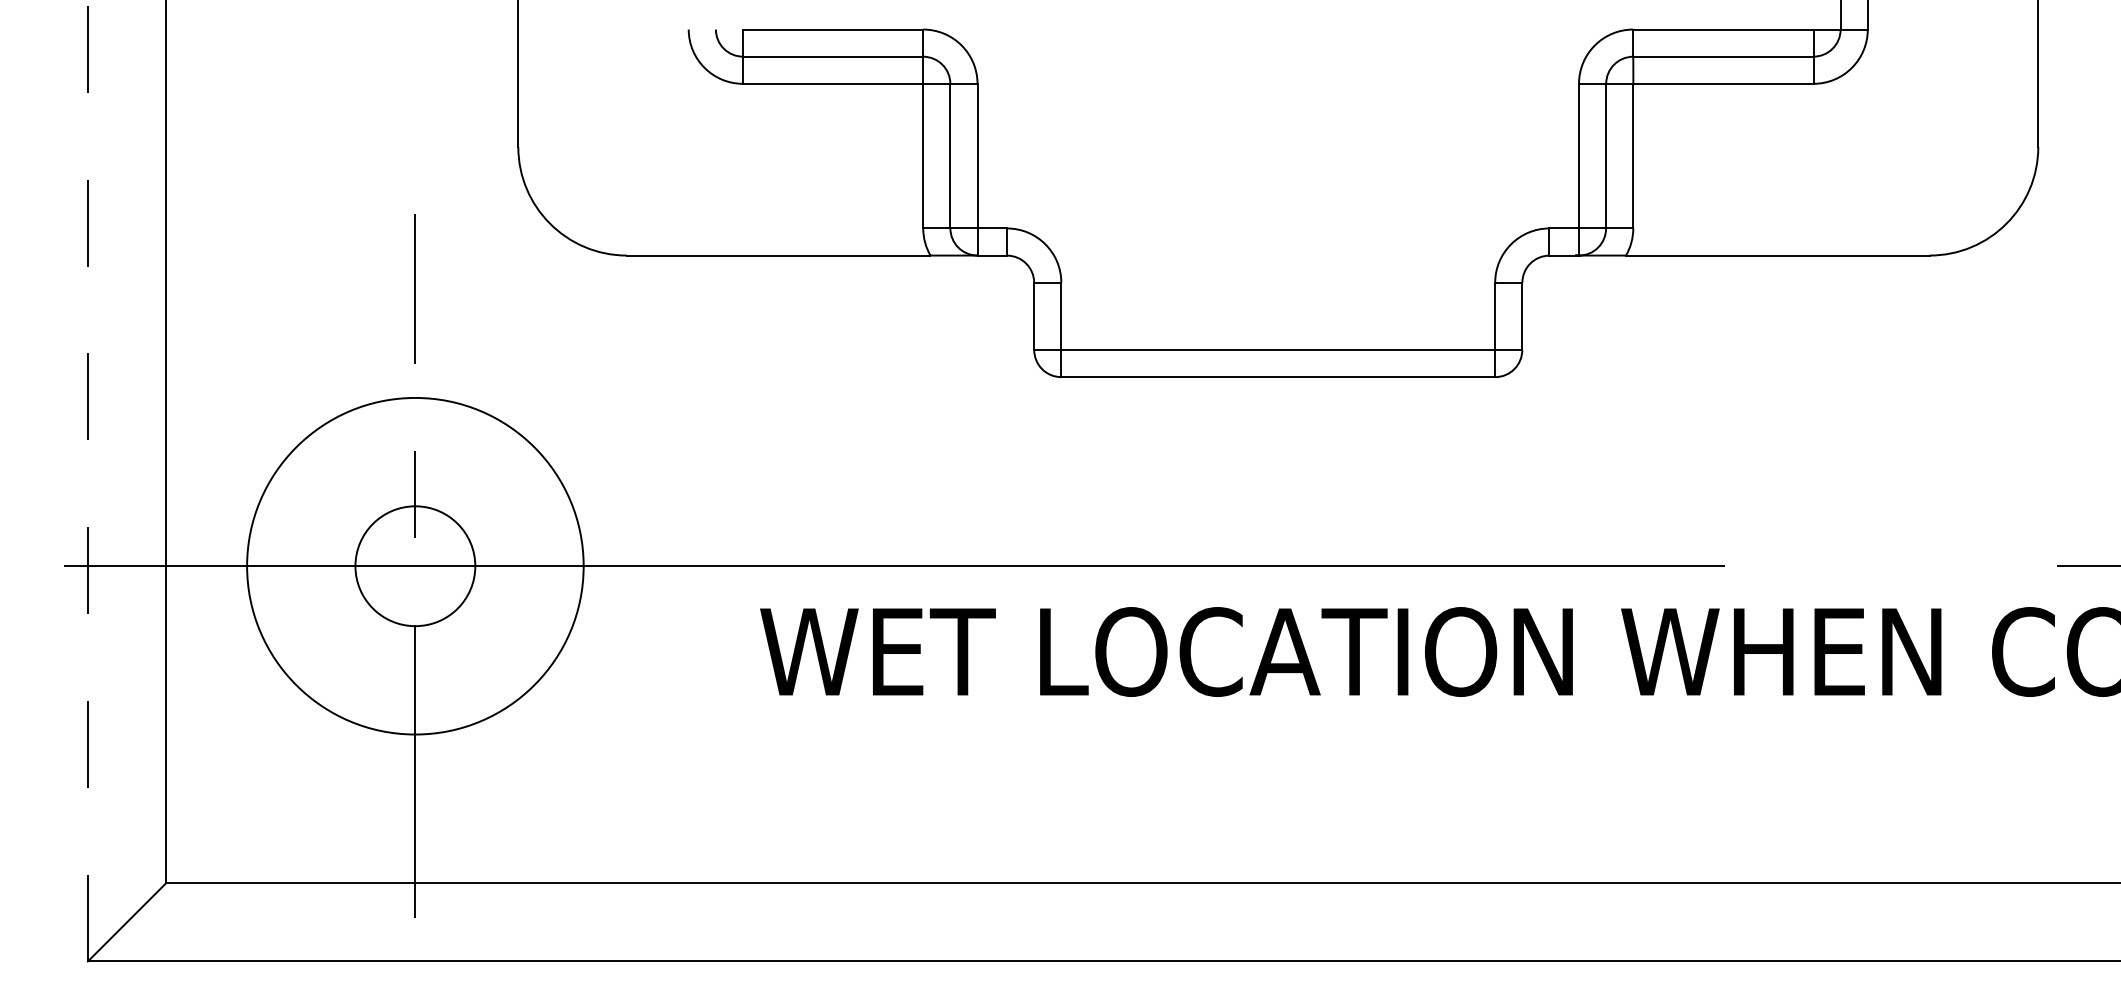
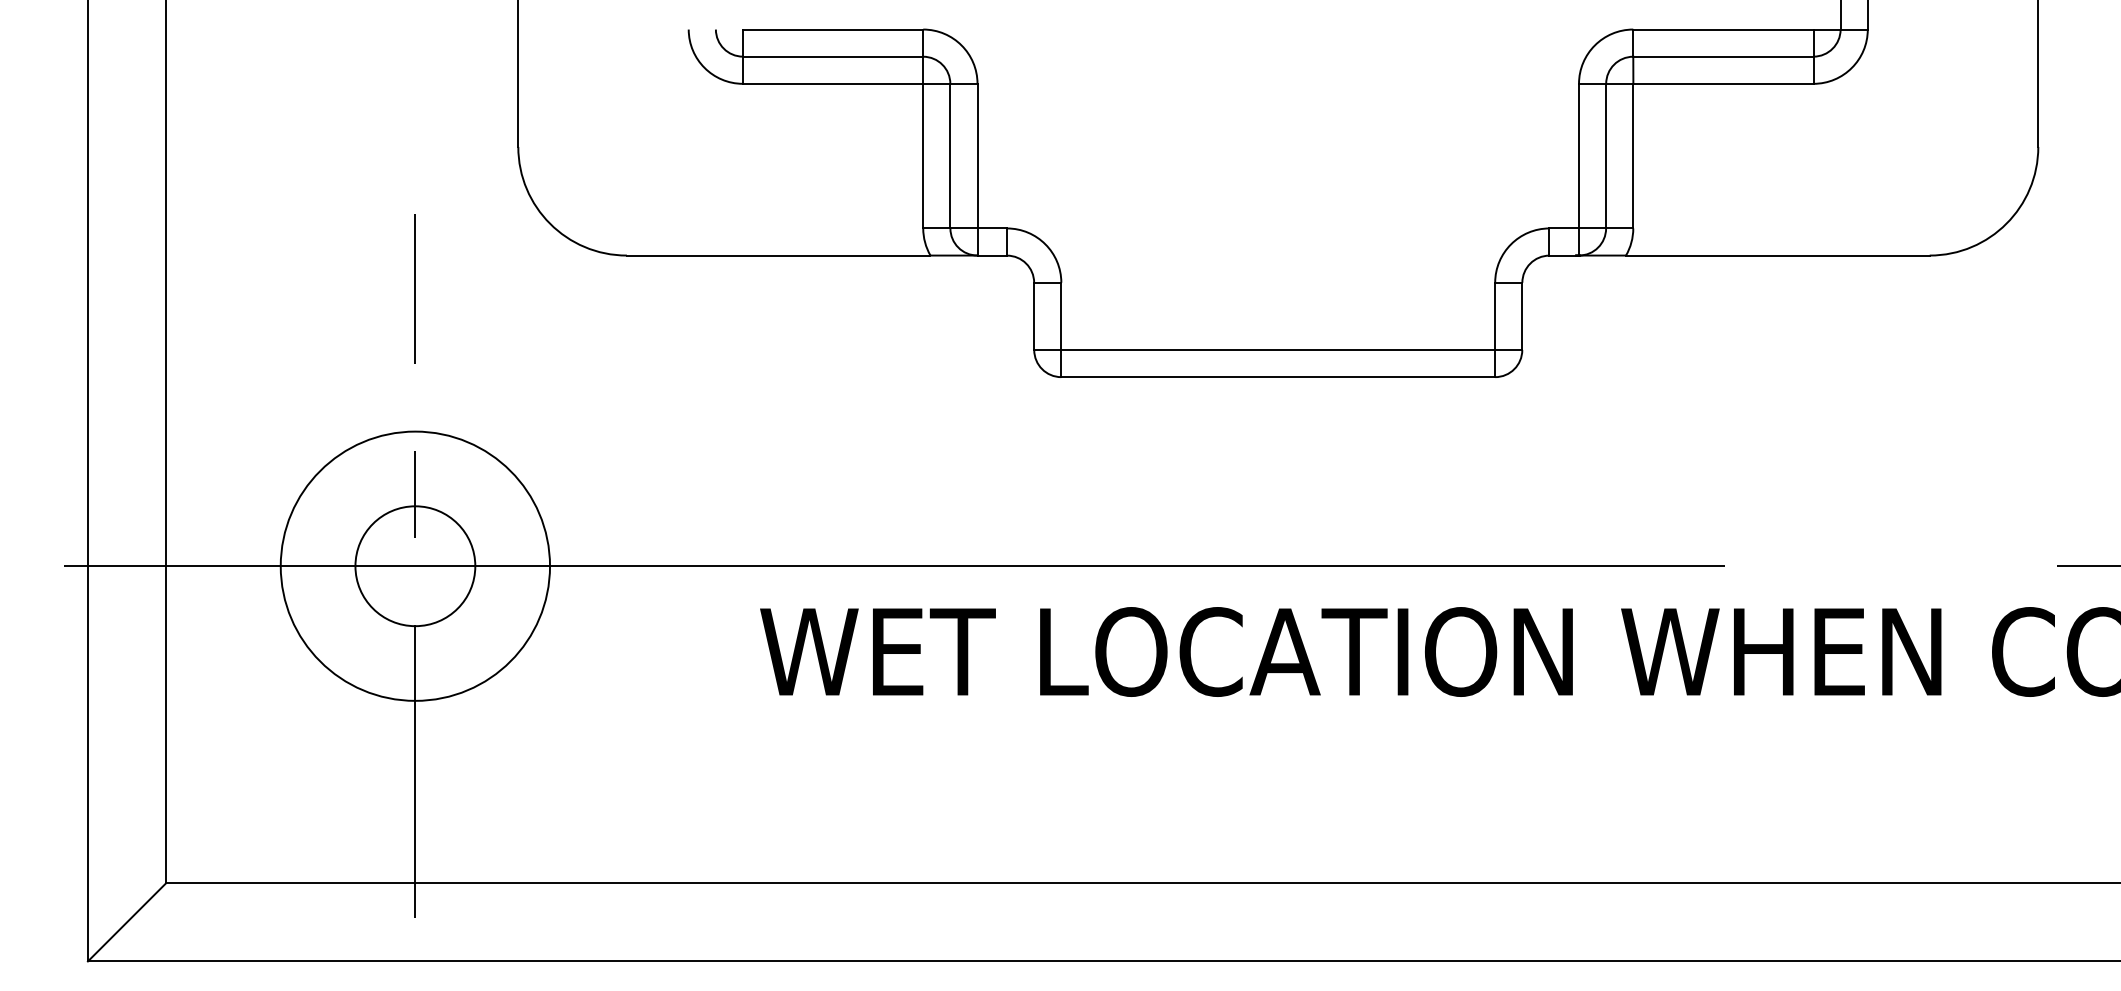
line at (87, 480): dashed -> solid
circle at (415, 565) diameter: 337 px -> 269 px
